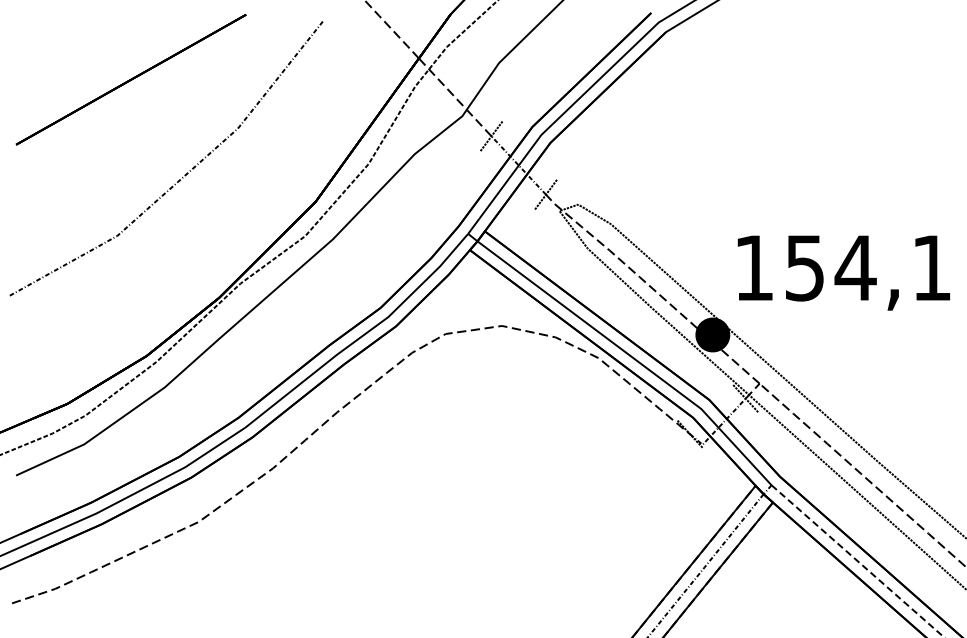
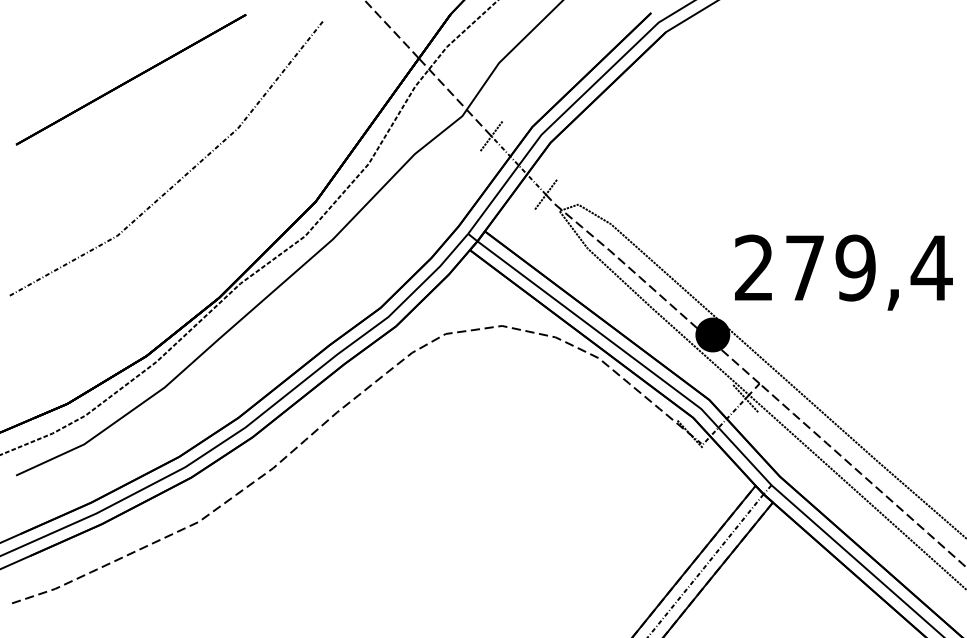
text at (843, 267): 154,1 -> 279,4
line at (858, 561): dashed -> solid
